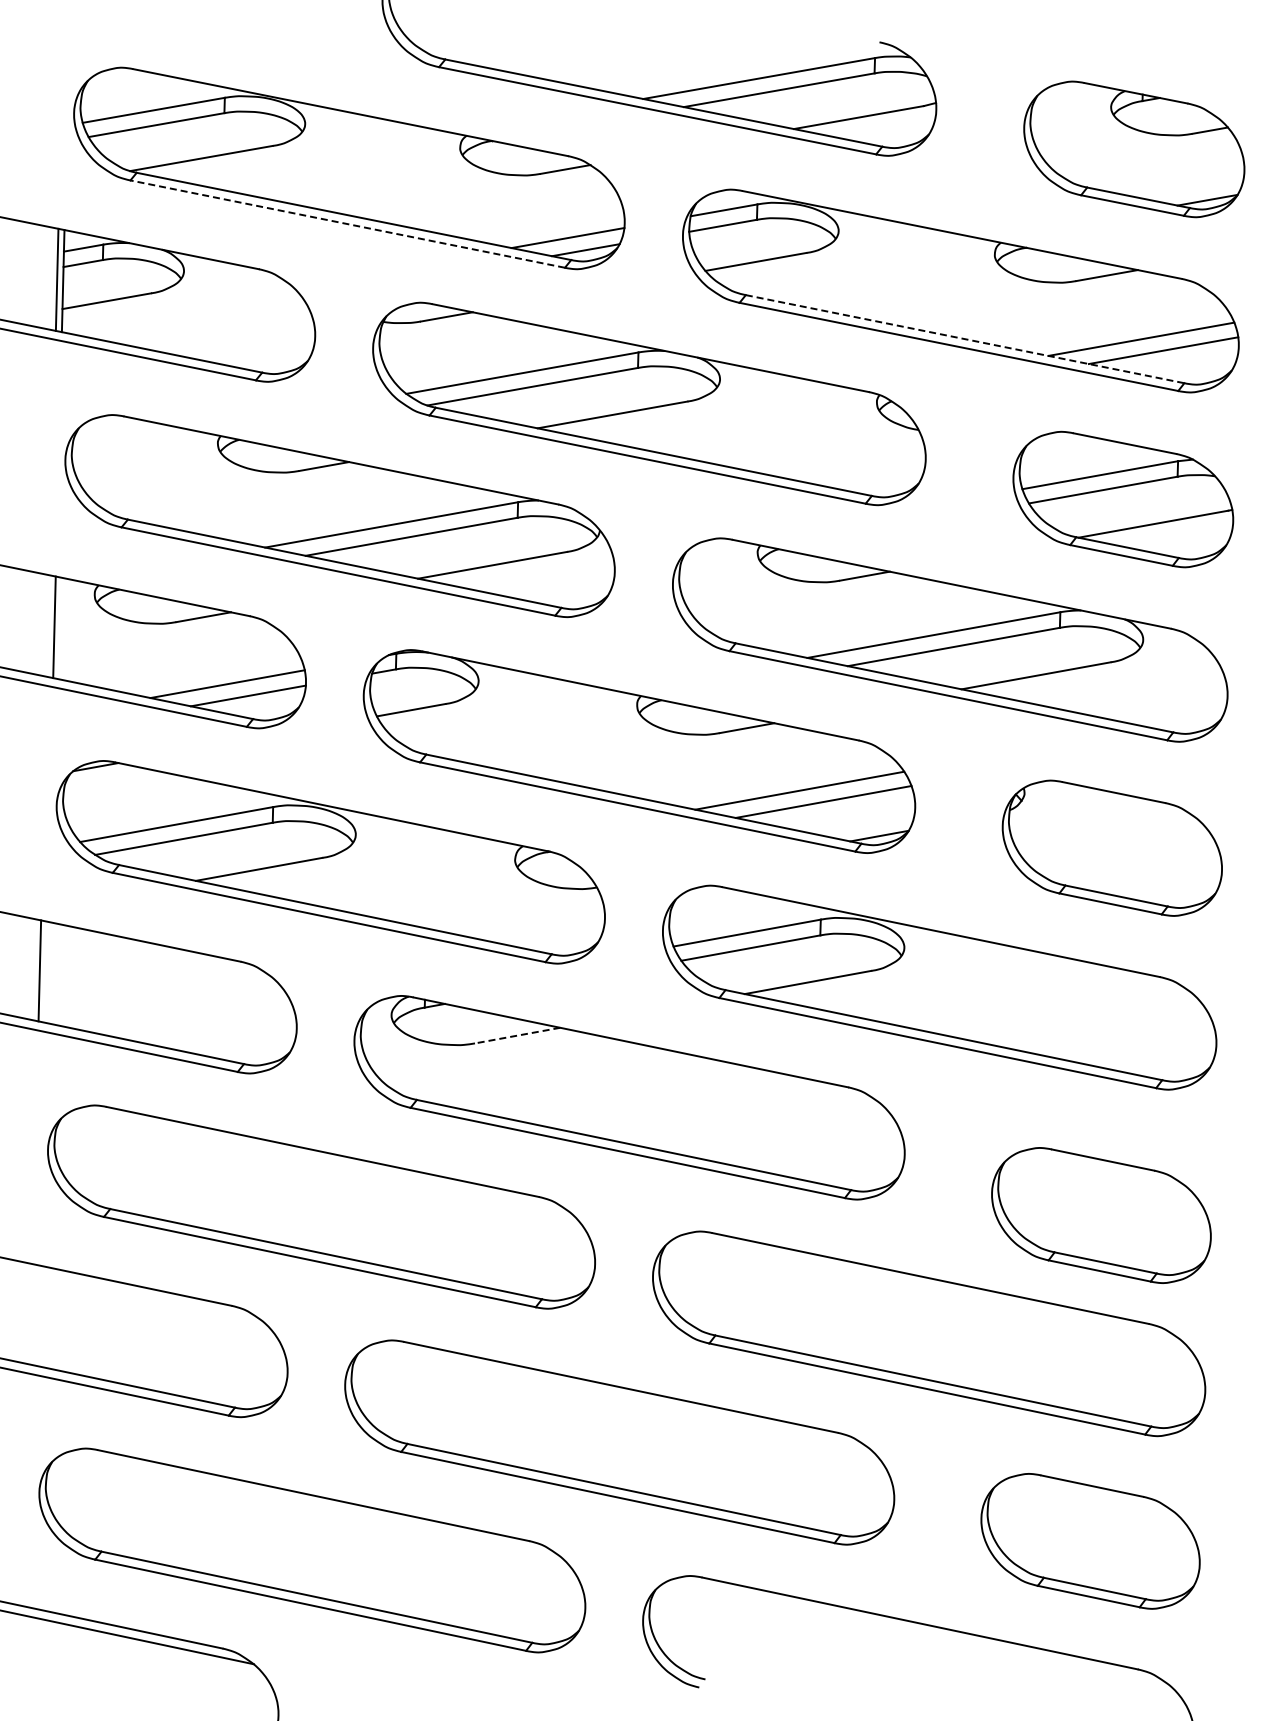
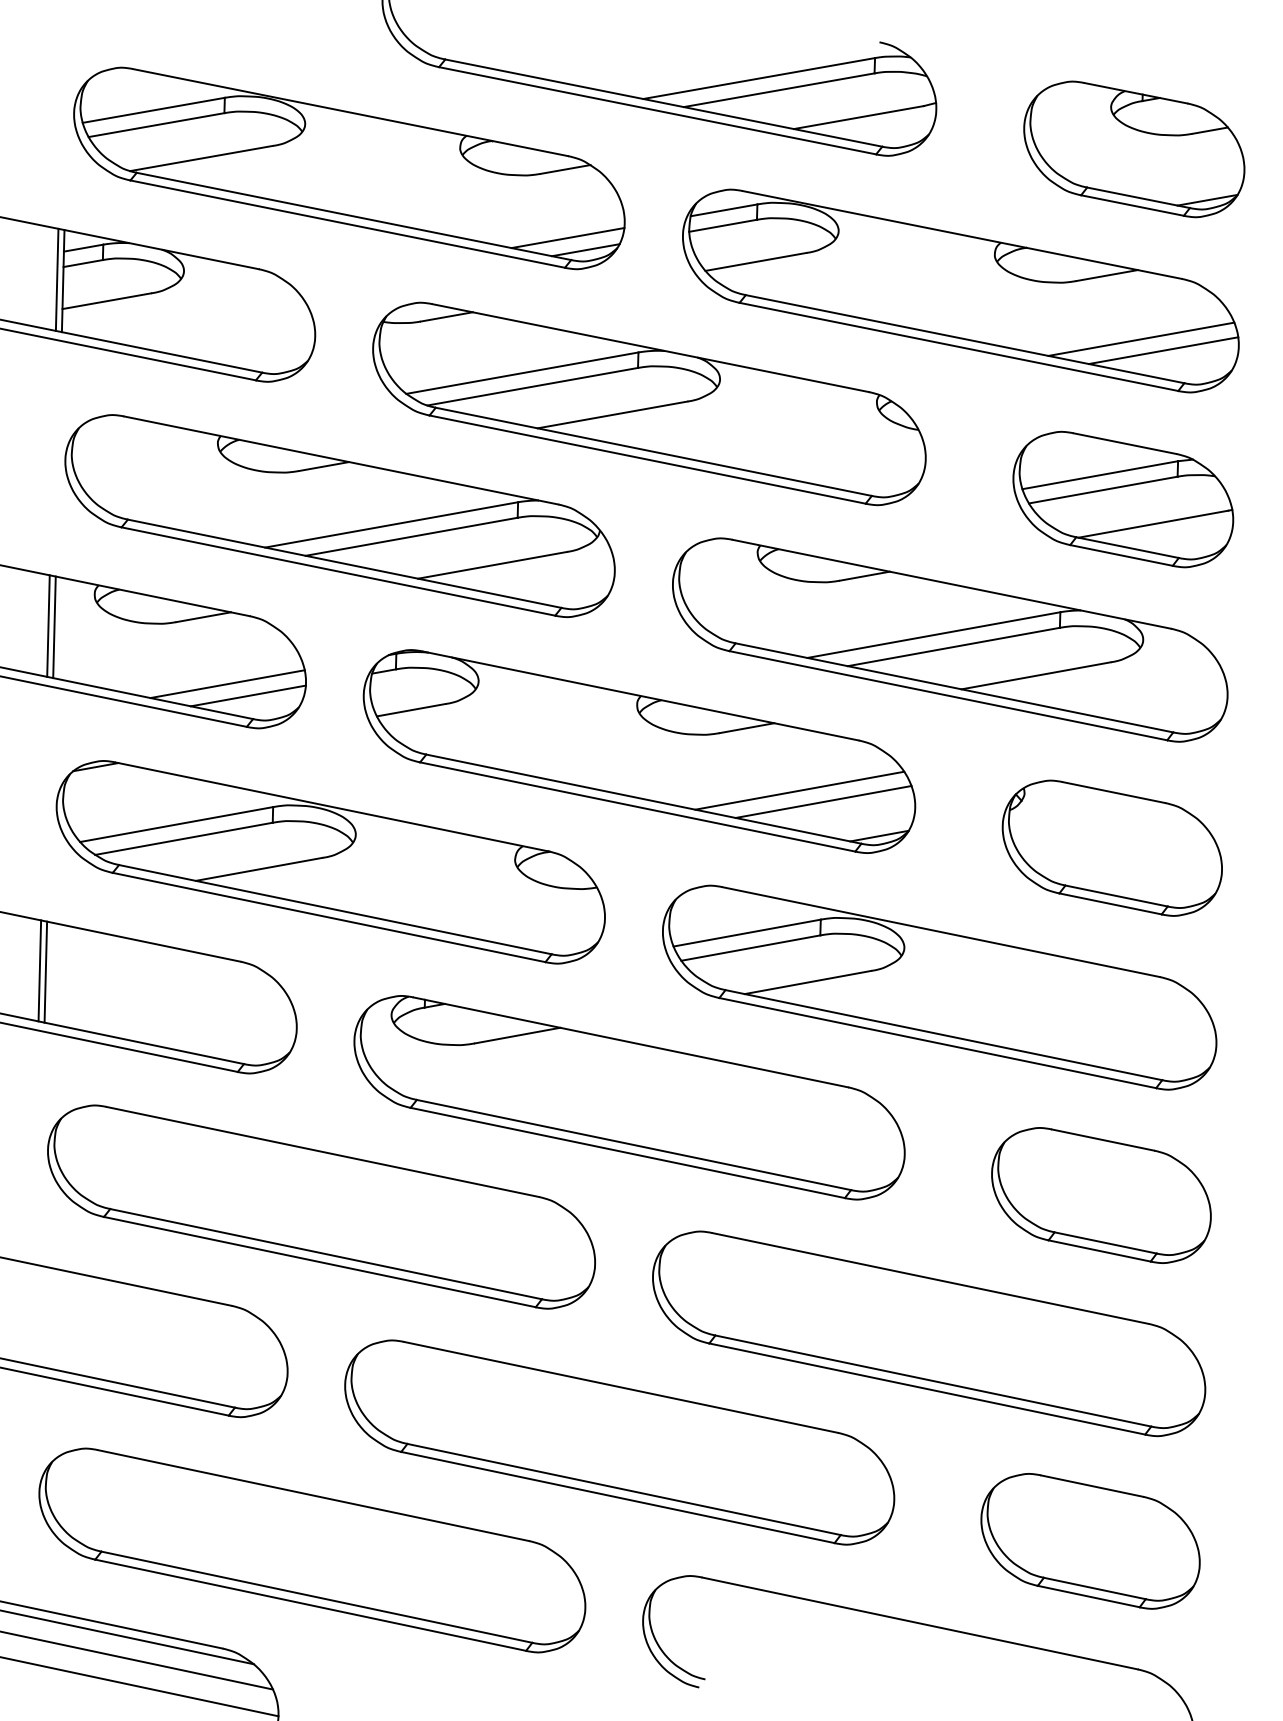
line at (347, 224): dashed -> solid
line at (965, 339): dashed -> solid
line at (48, 625): none -> present
line at (45, 971): none -> present
line at (517, 1035): dashed -> solid
part at (1101, 1215) position: (1101, 1215) -> (1101, 1195)
line at (137, 1660): none -> present
line at (140, 1686): none -> present
